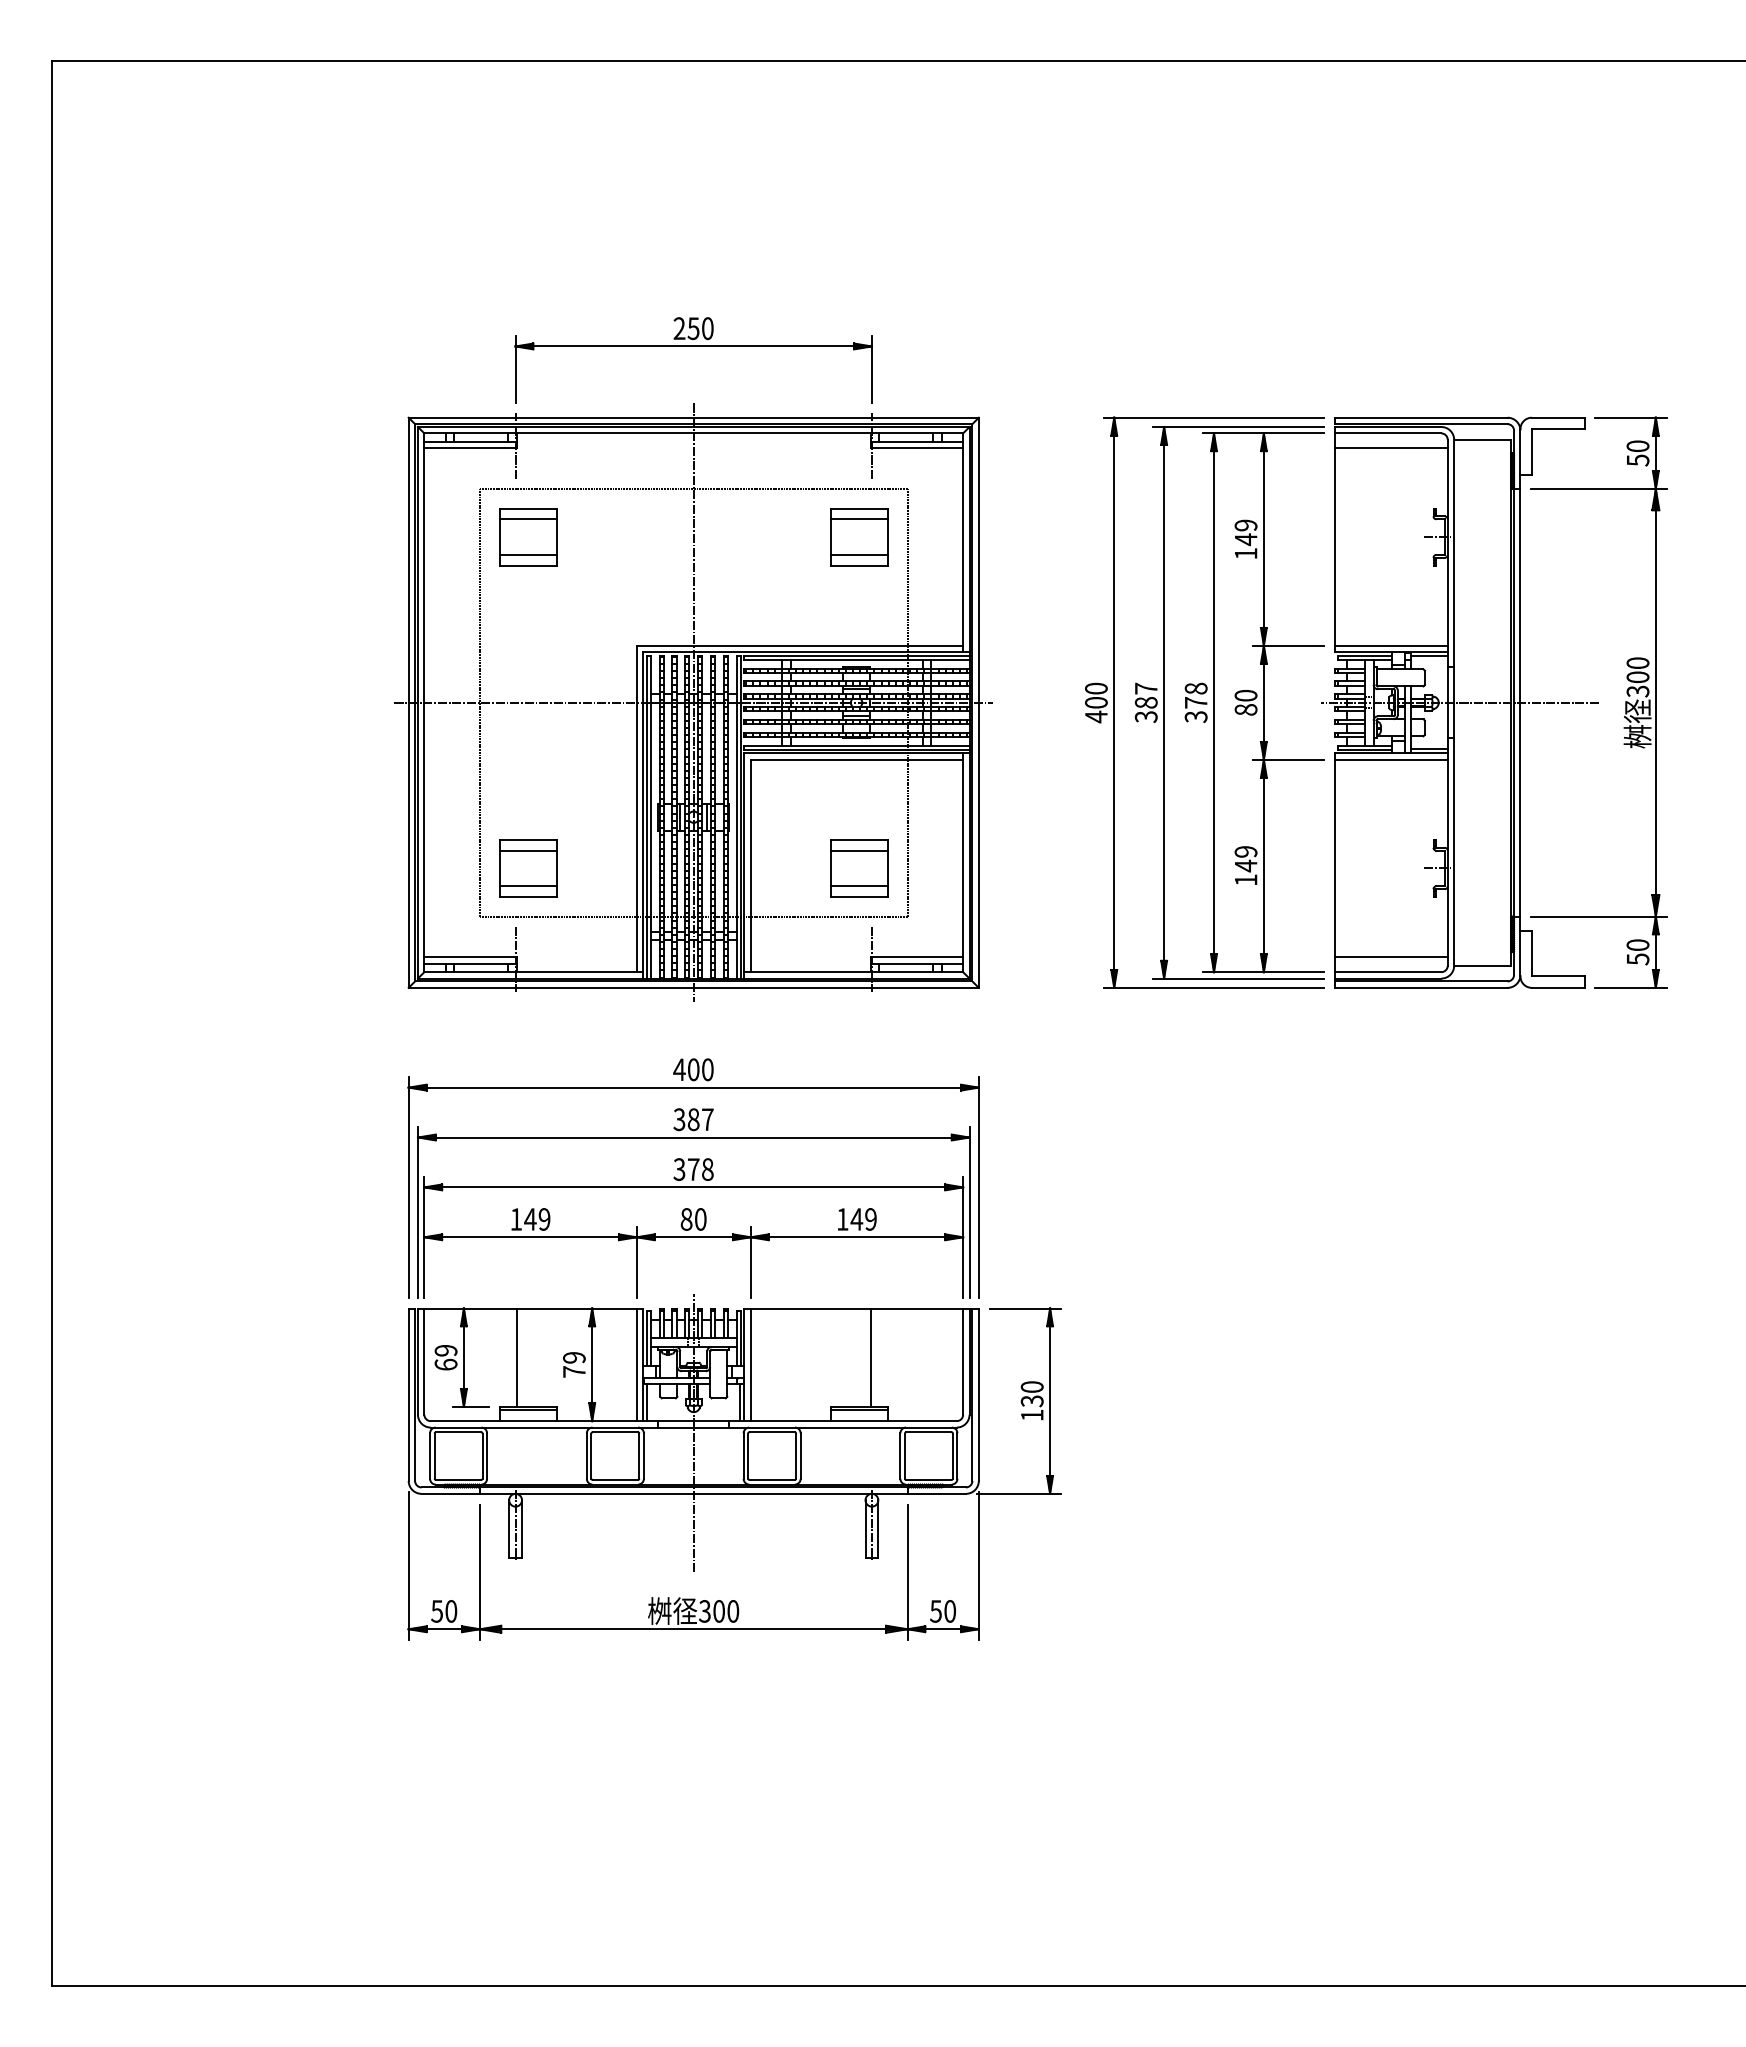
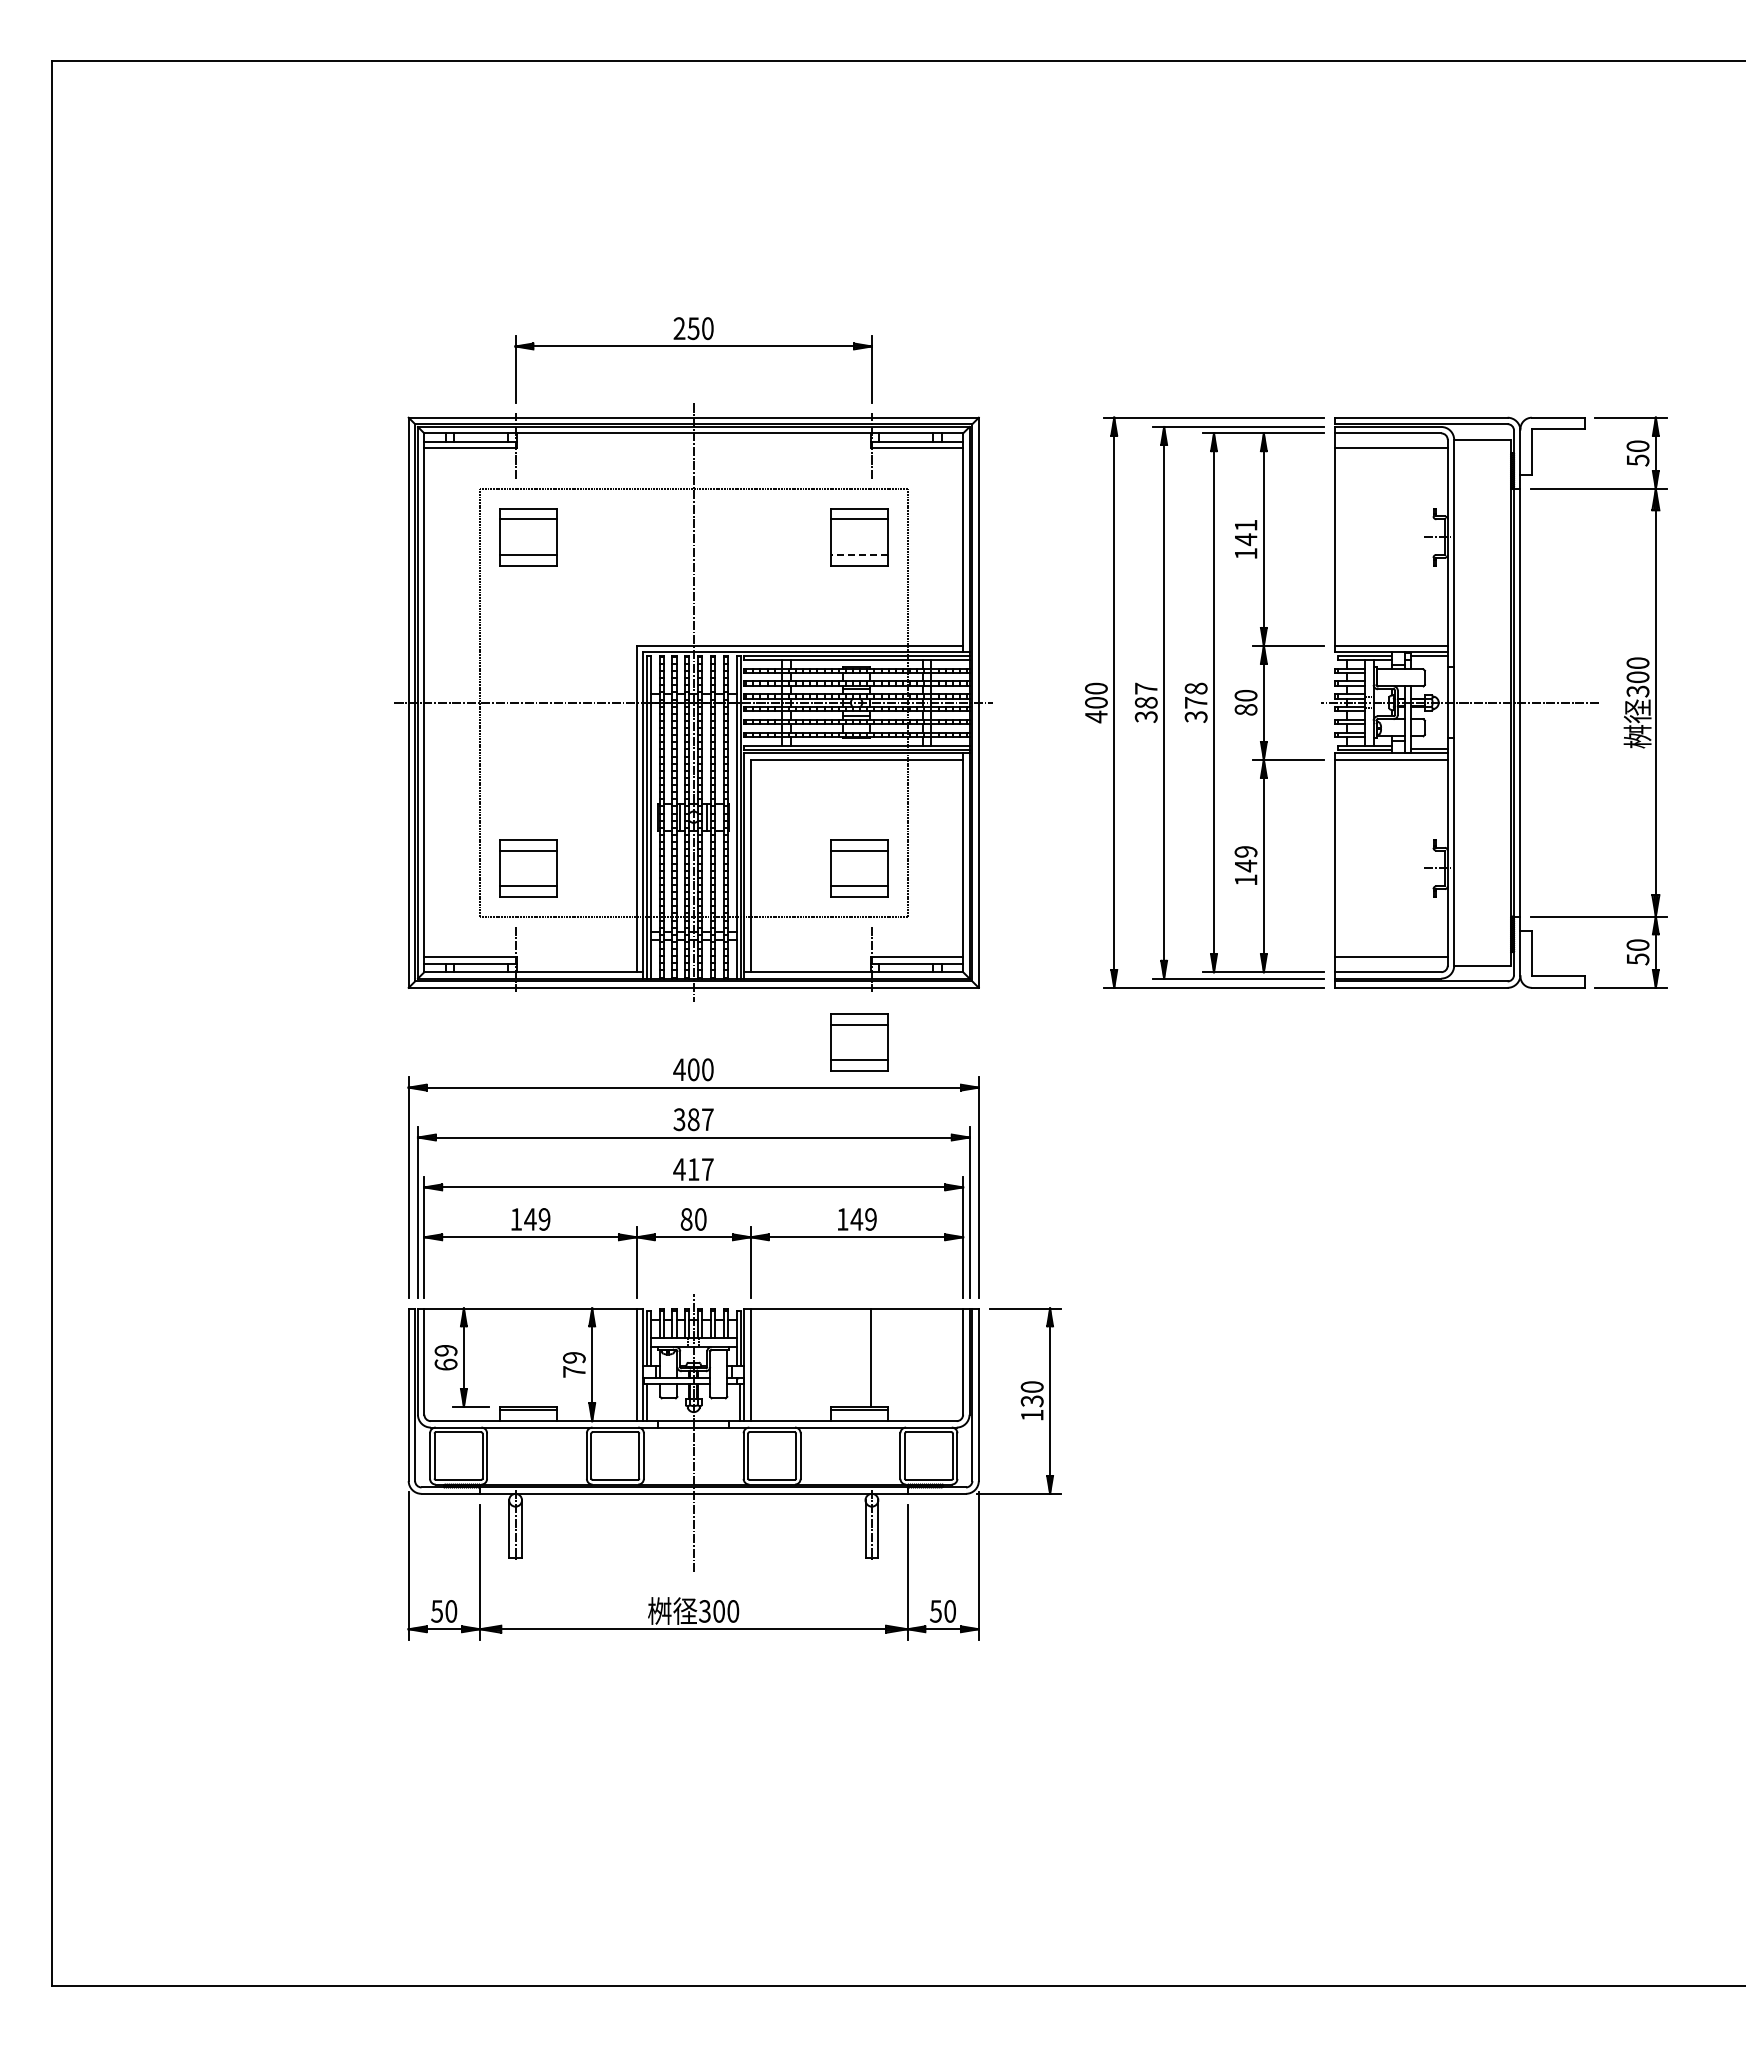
text at (1245, 525): 149 -> 141
line at (859, 554): solid -> dashed
part at (859, 1042): none -> present
text at (693, 1169): 378 -> 417
line at (517, 1357): present -> none
